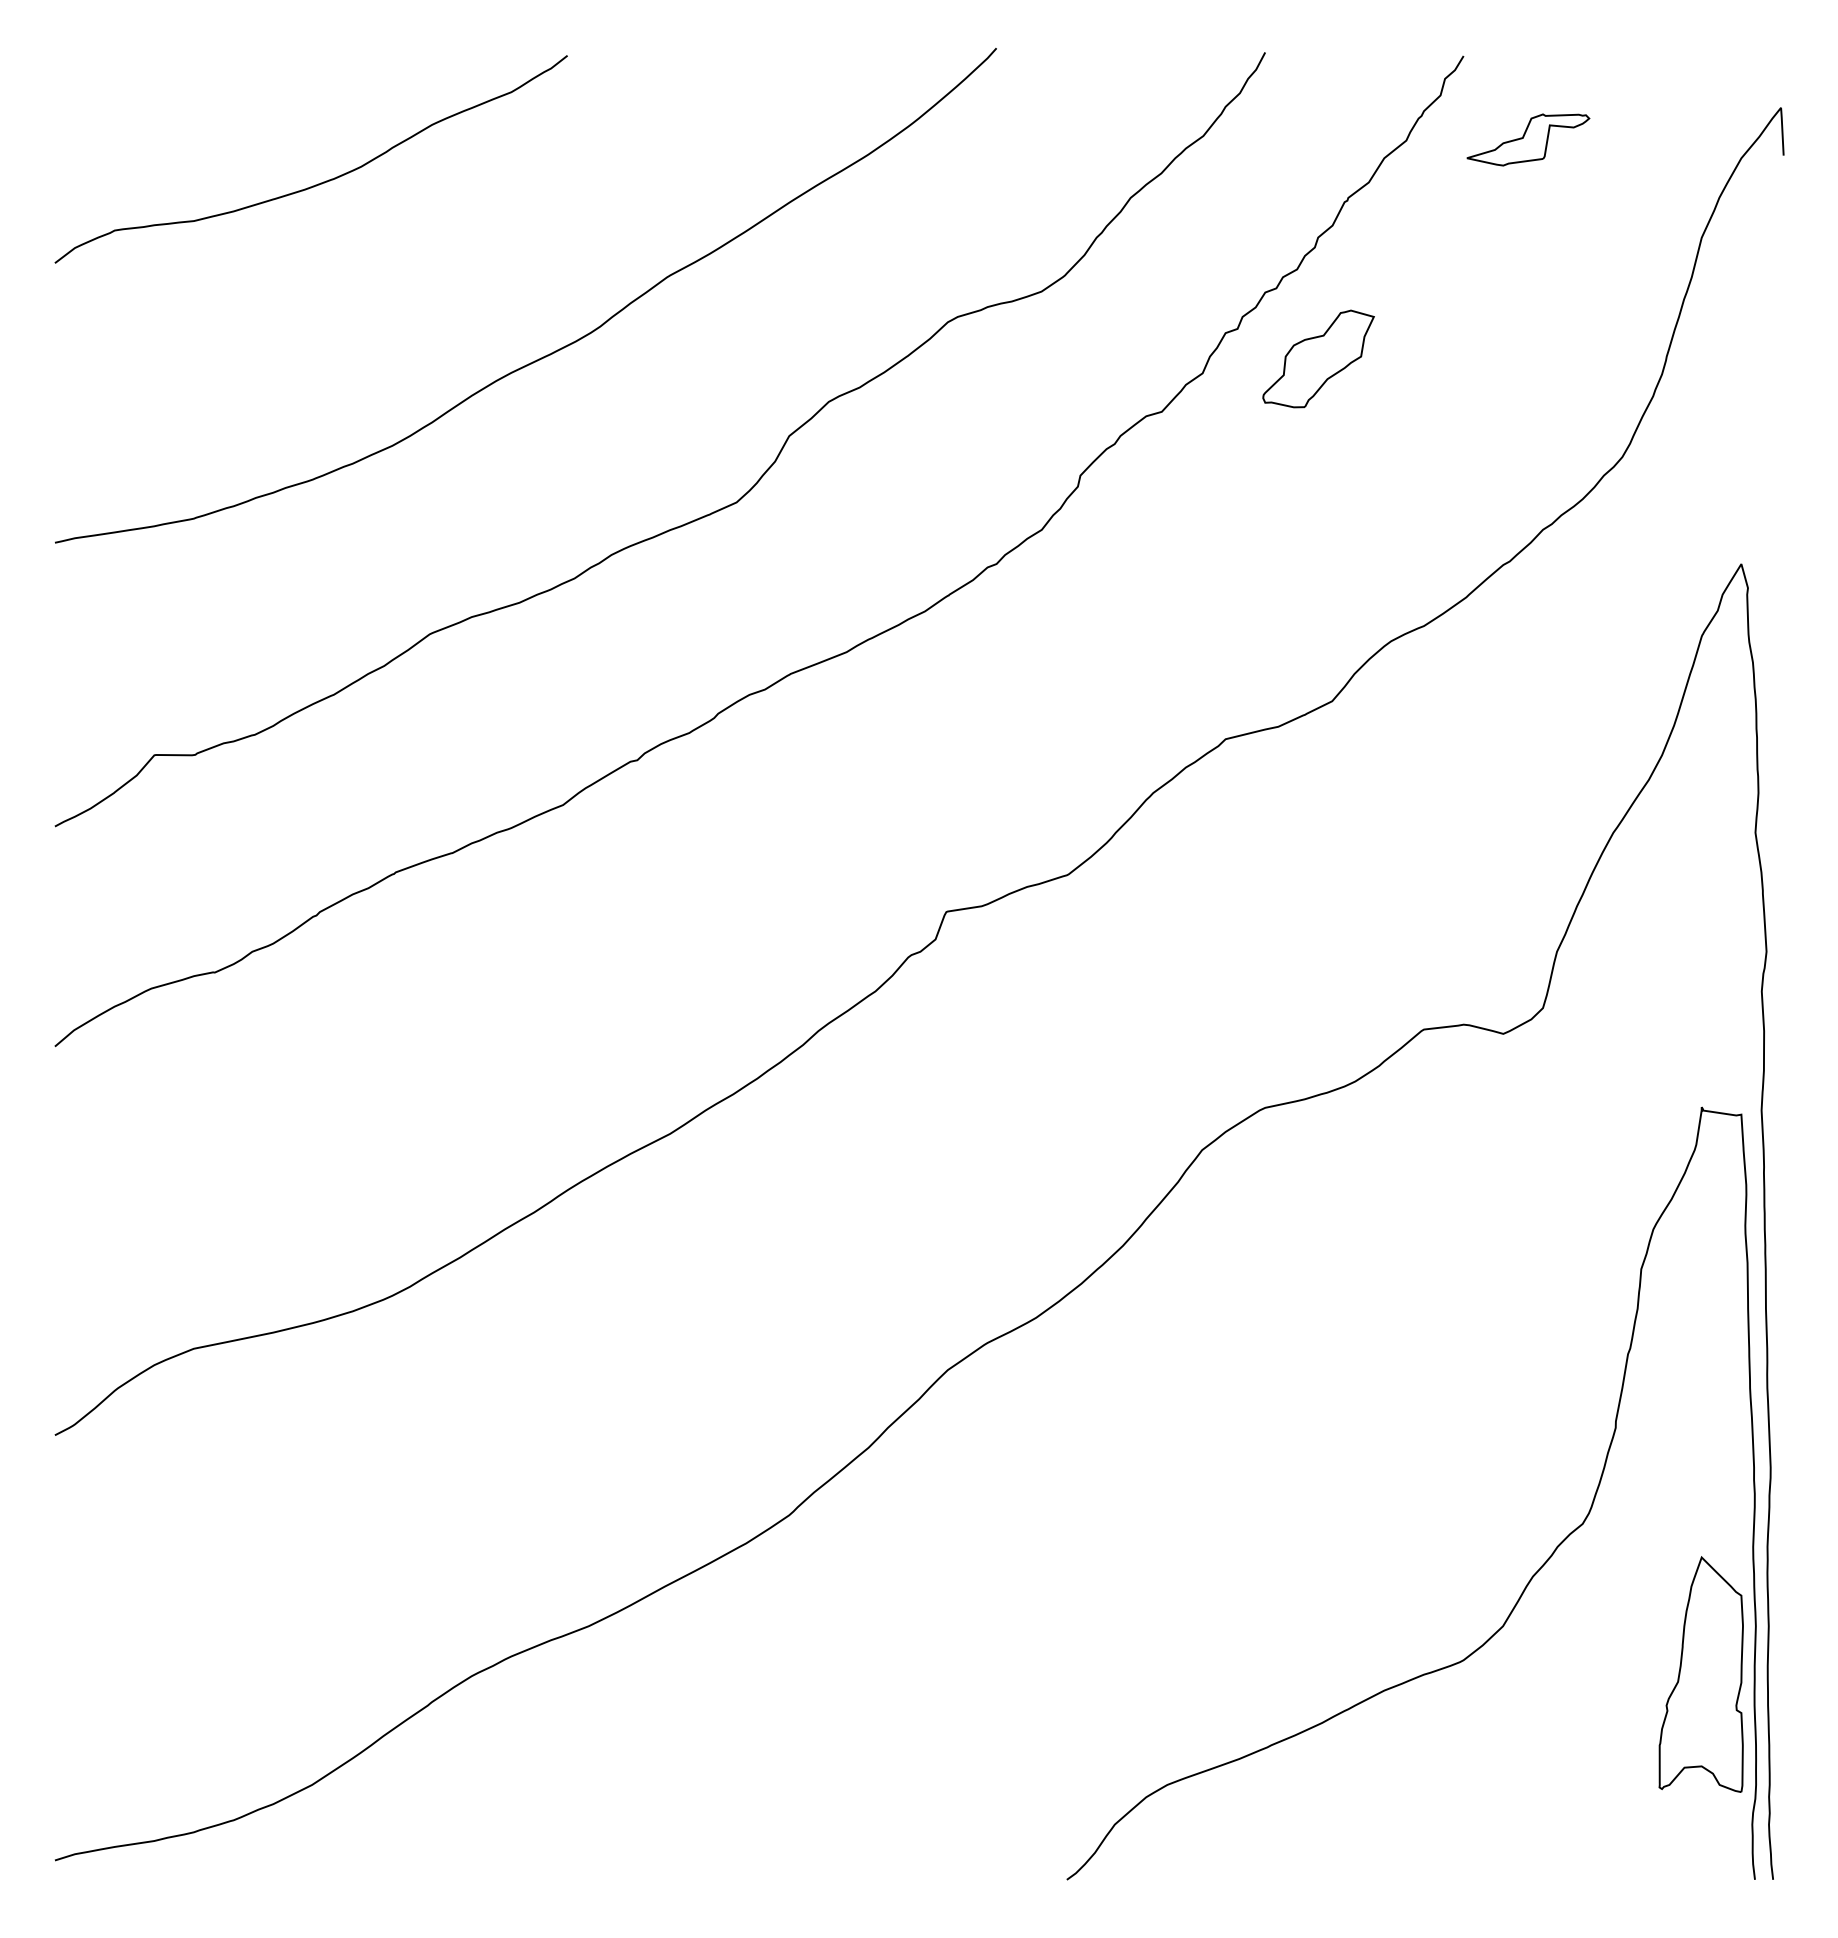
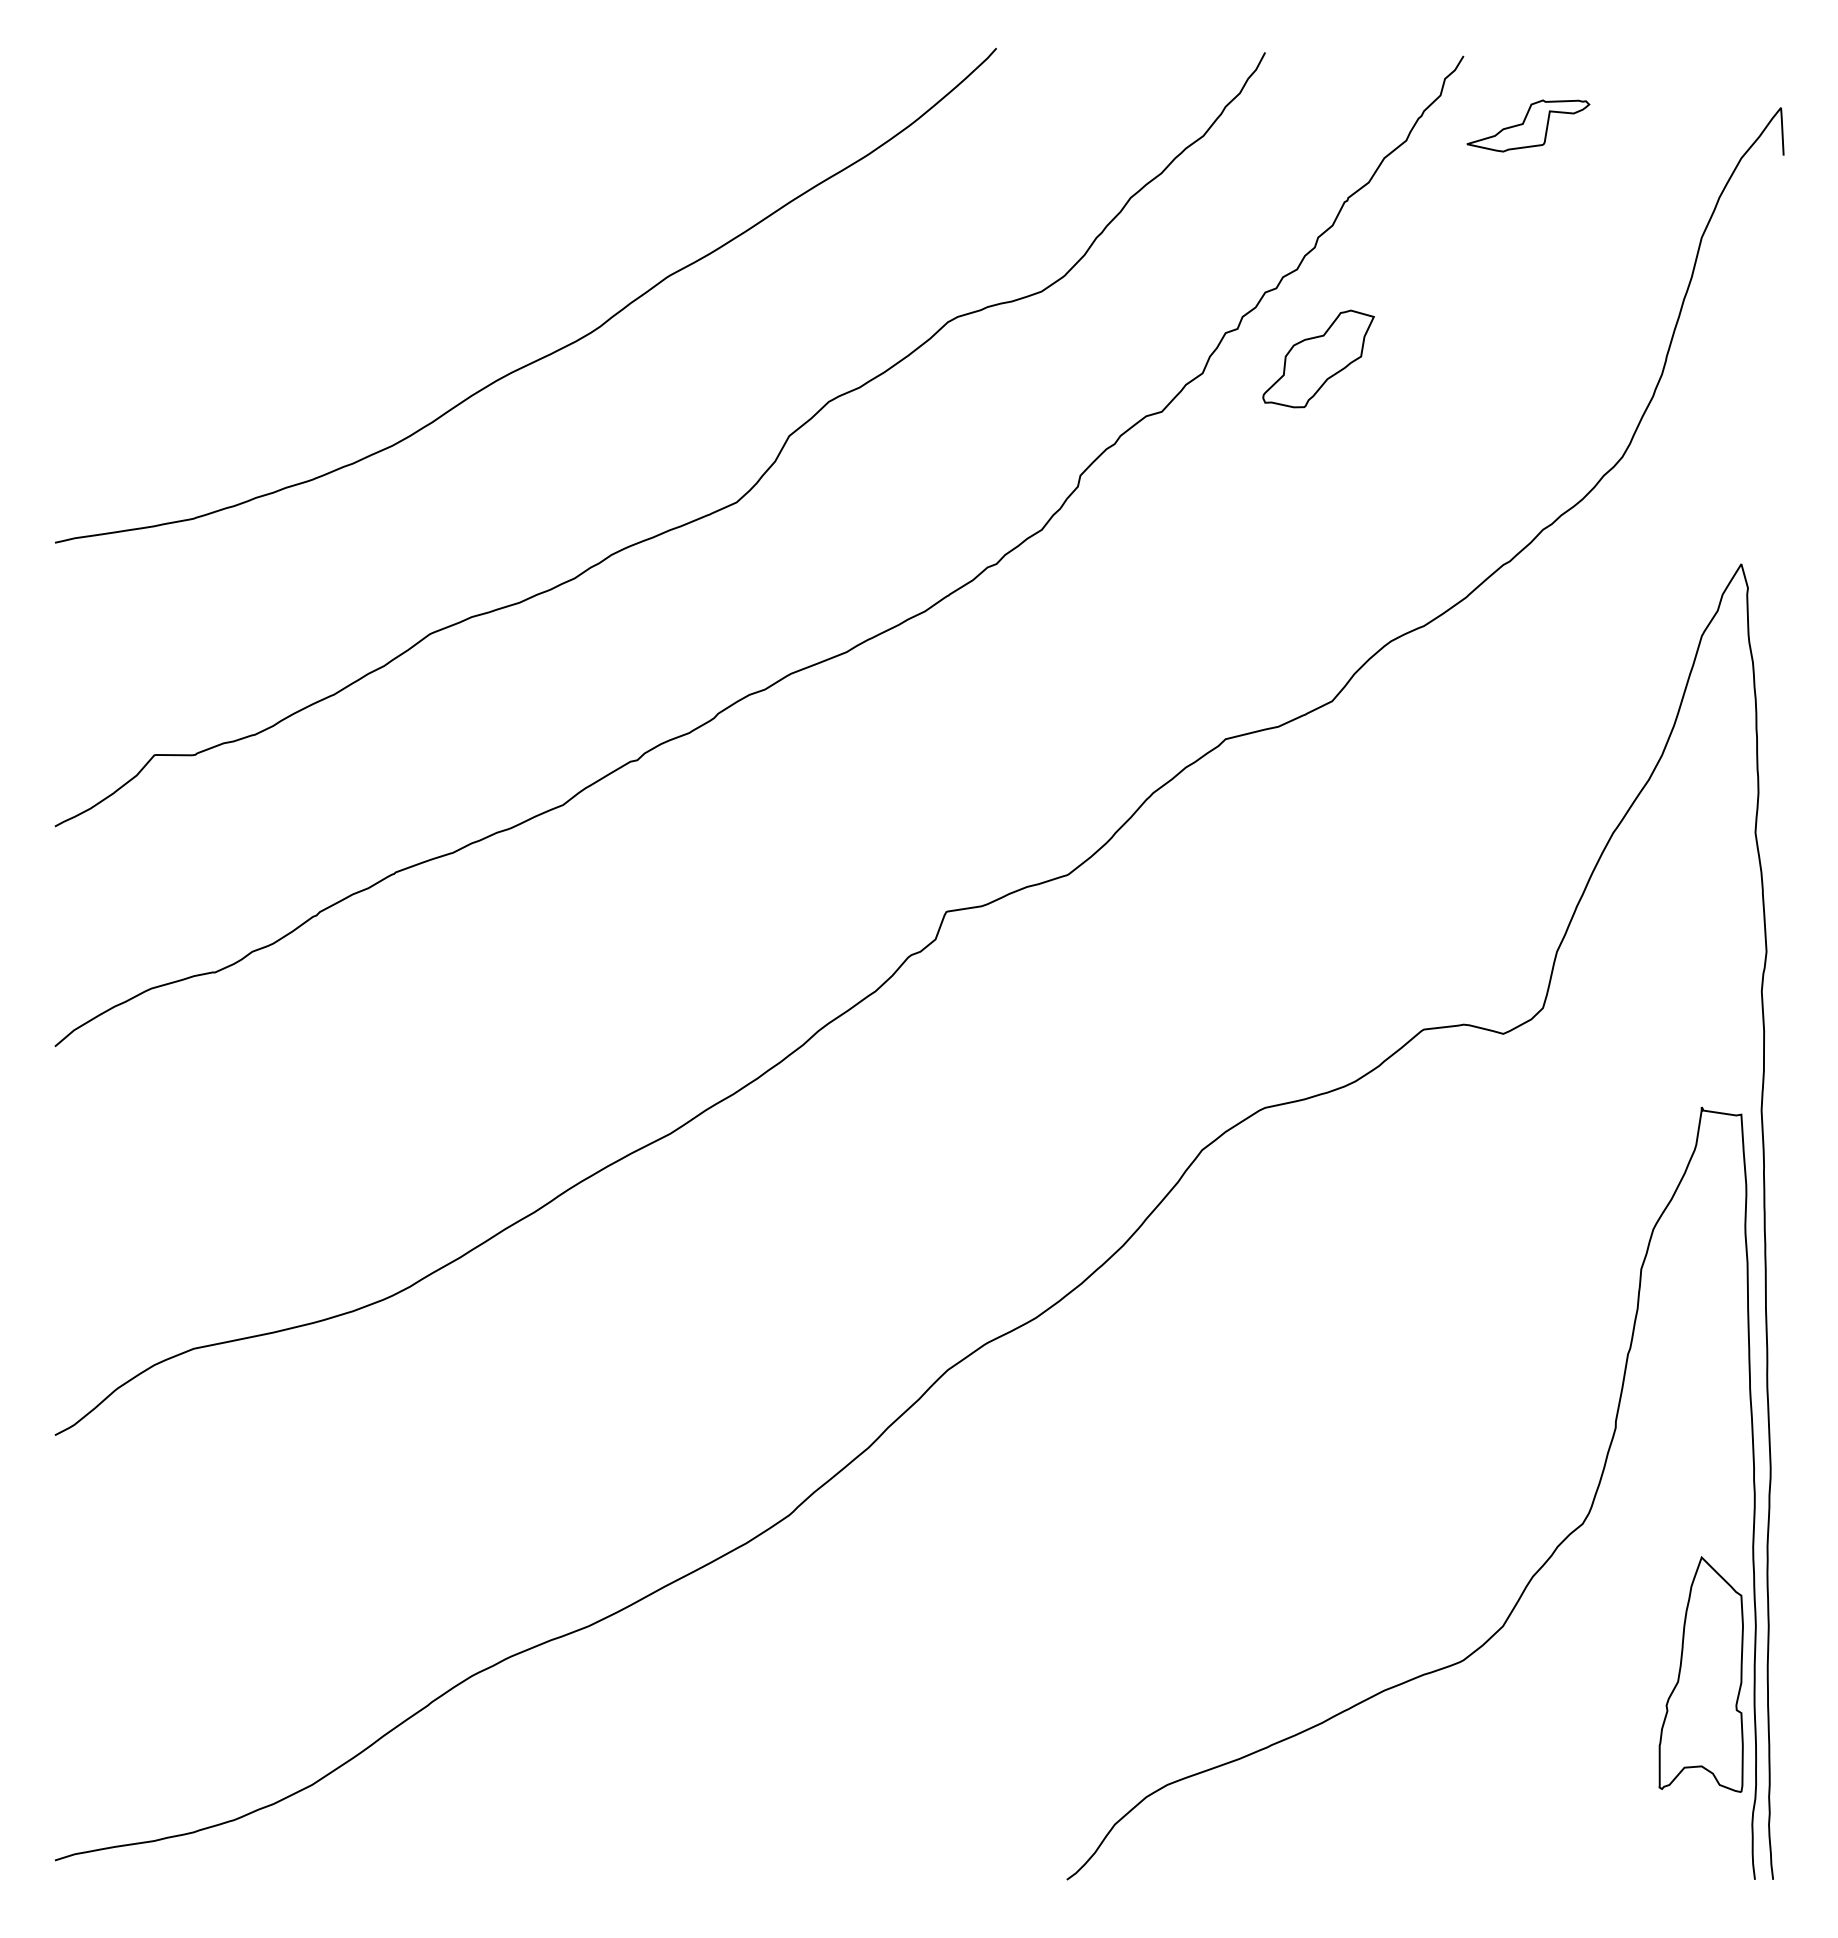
part at (1528, 139) position: (1528, 139) -> (1528, 125)
curve at (320, 182): present -> none
